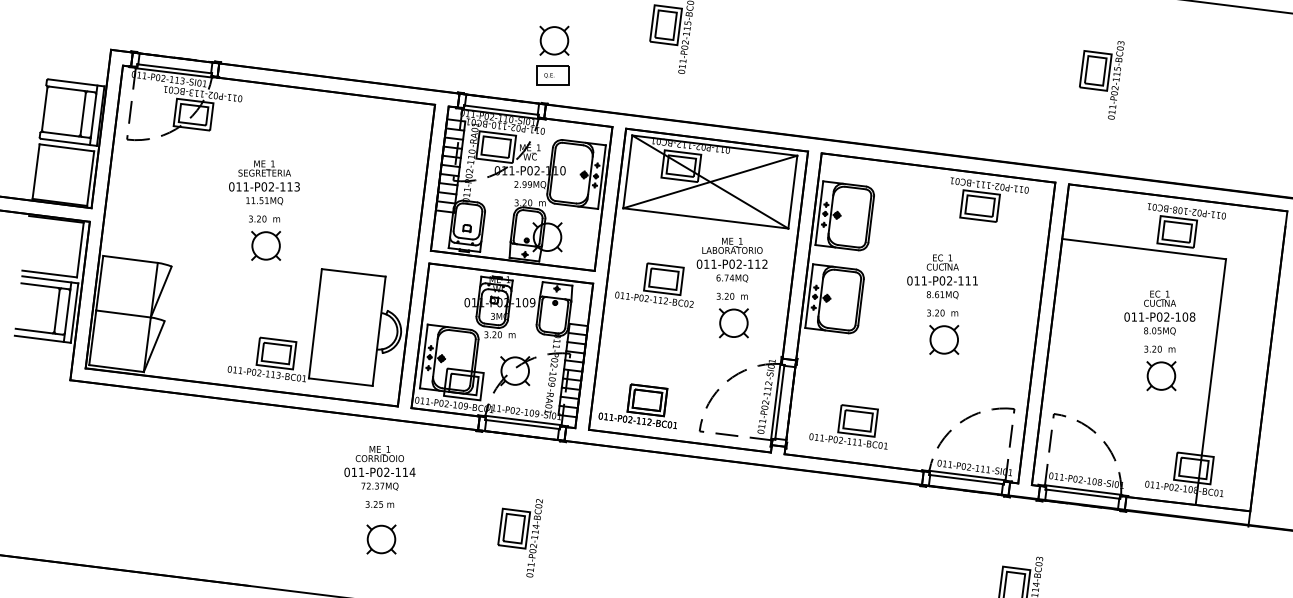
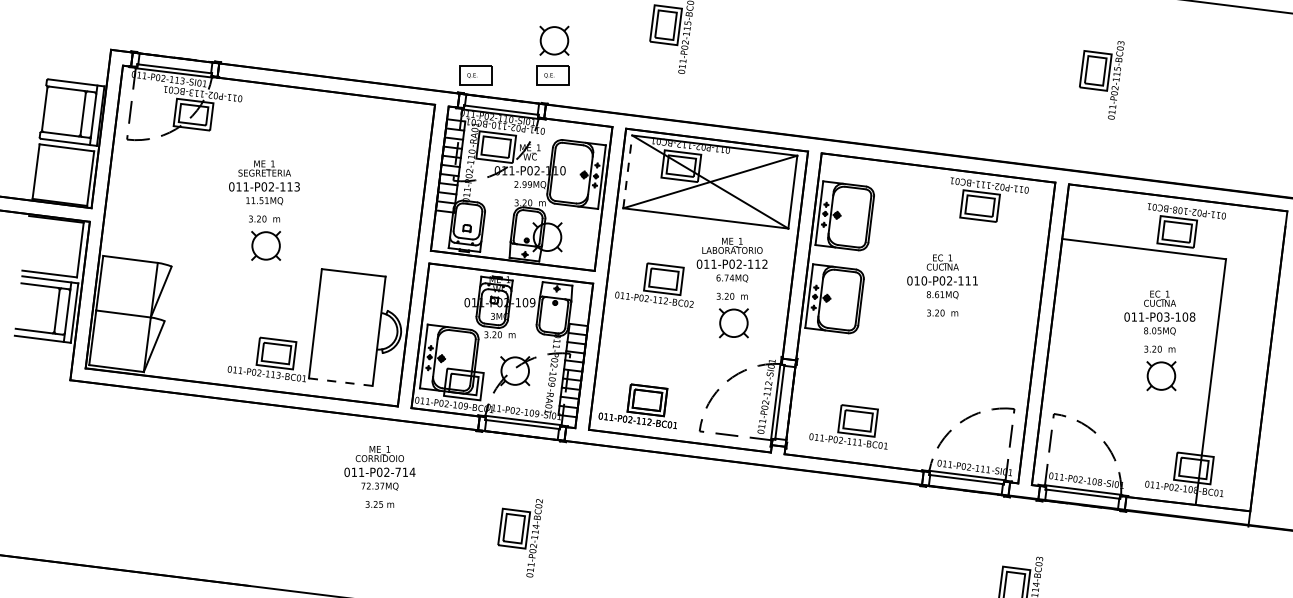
part at (475, 75): none -> present
line at (627, 171): solid -> dashed
text at (924, 280): 011-P02-111 -> 010-P02-111
text at (1166, 317): 011-P02-108 -> 011-P03-108
part at (944, 339): present -> none
line at (340, 382): solid -> dashed
text at (397, 471): 011-P02-114 -> 011-P02-714
part at (381, 539): present -> none
